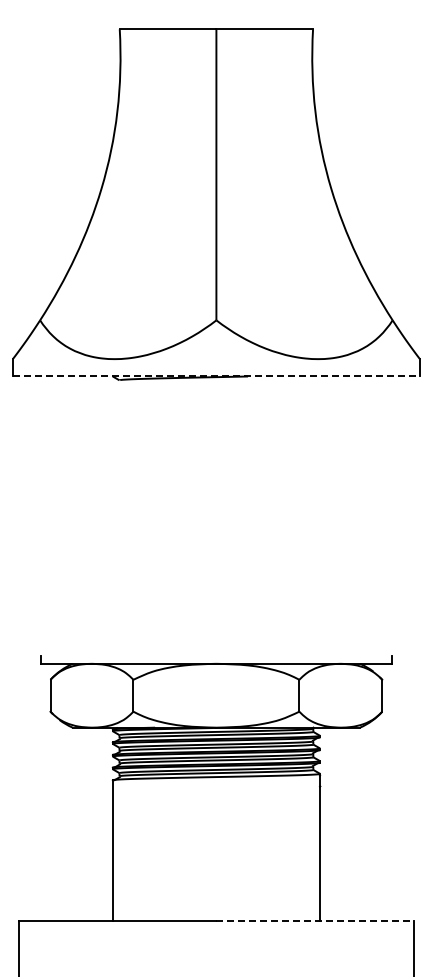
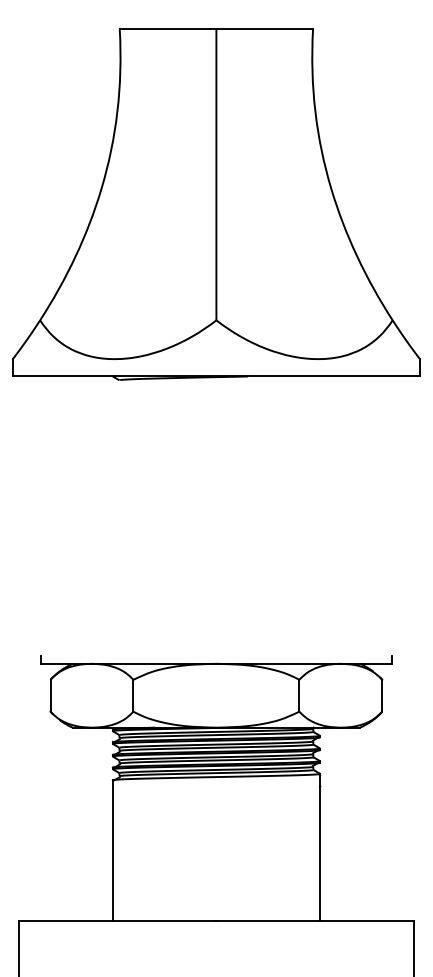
line at (216, 376): dashed -> solid
line at (315, 920): dashed -> solid
